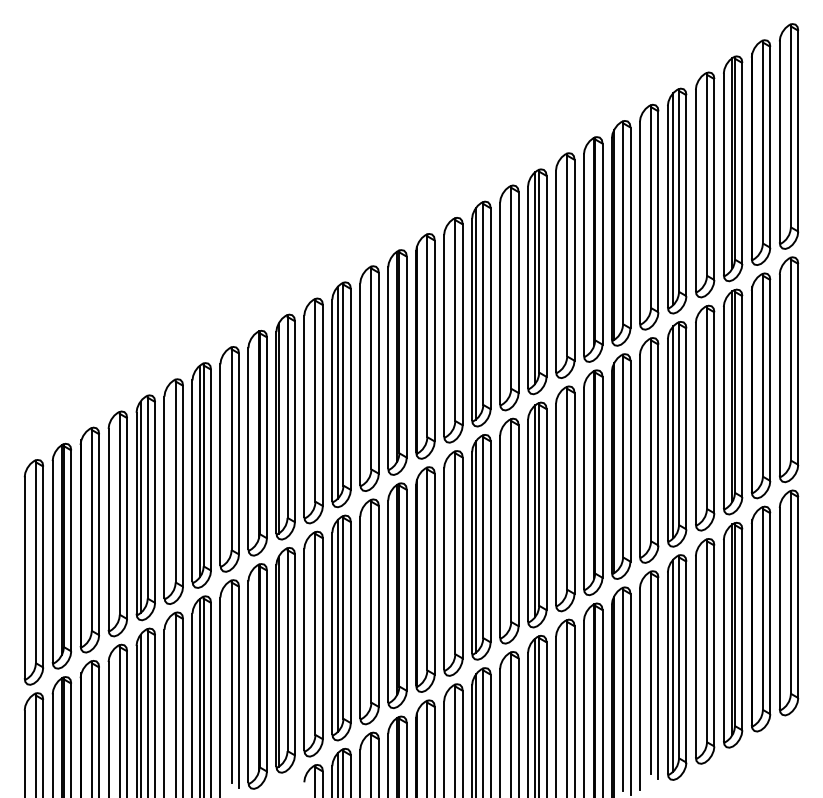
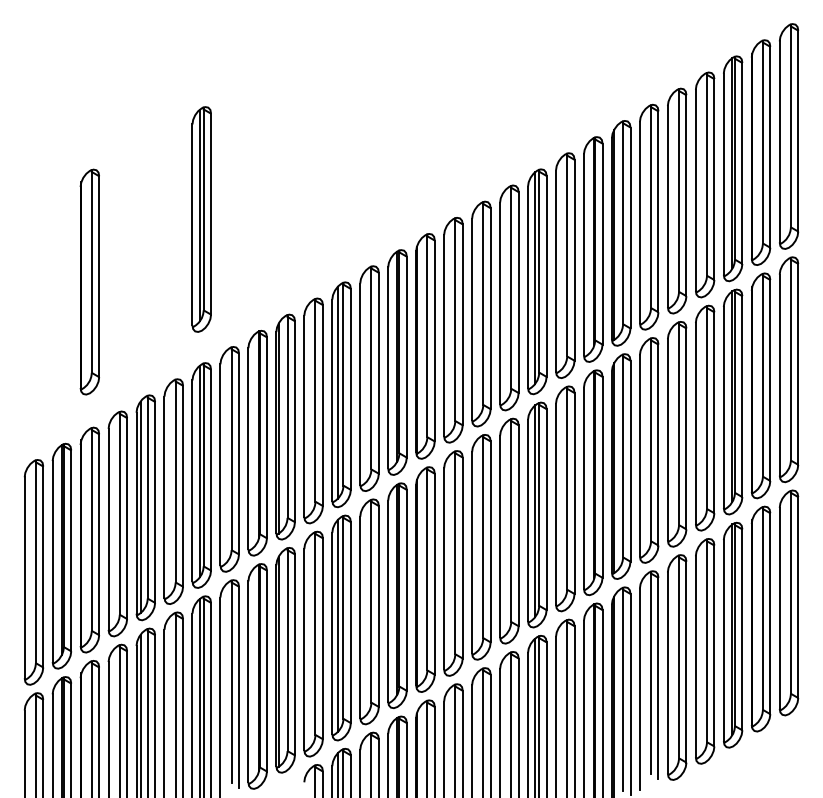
line at (673, 199): present -> none
part at (201, 219): none -> present
part at (89, 281): none -> present
line at (475, 313): present -> none
line at (673, 432): present -> none
line at (475, 546): present -> none
line at (673, 665): present -> none
line at (475, 734): present -> none
